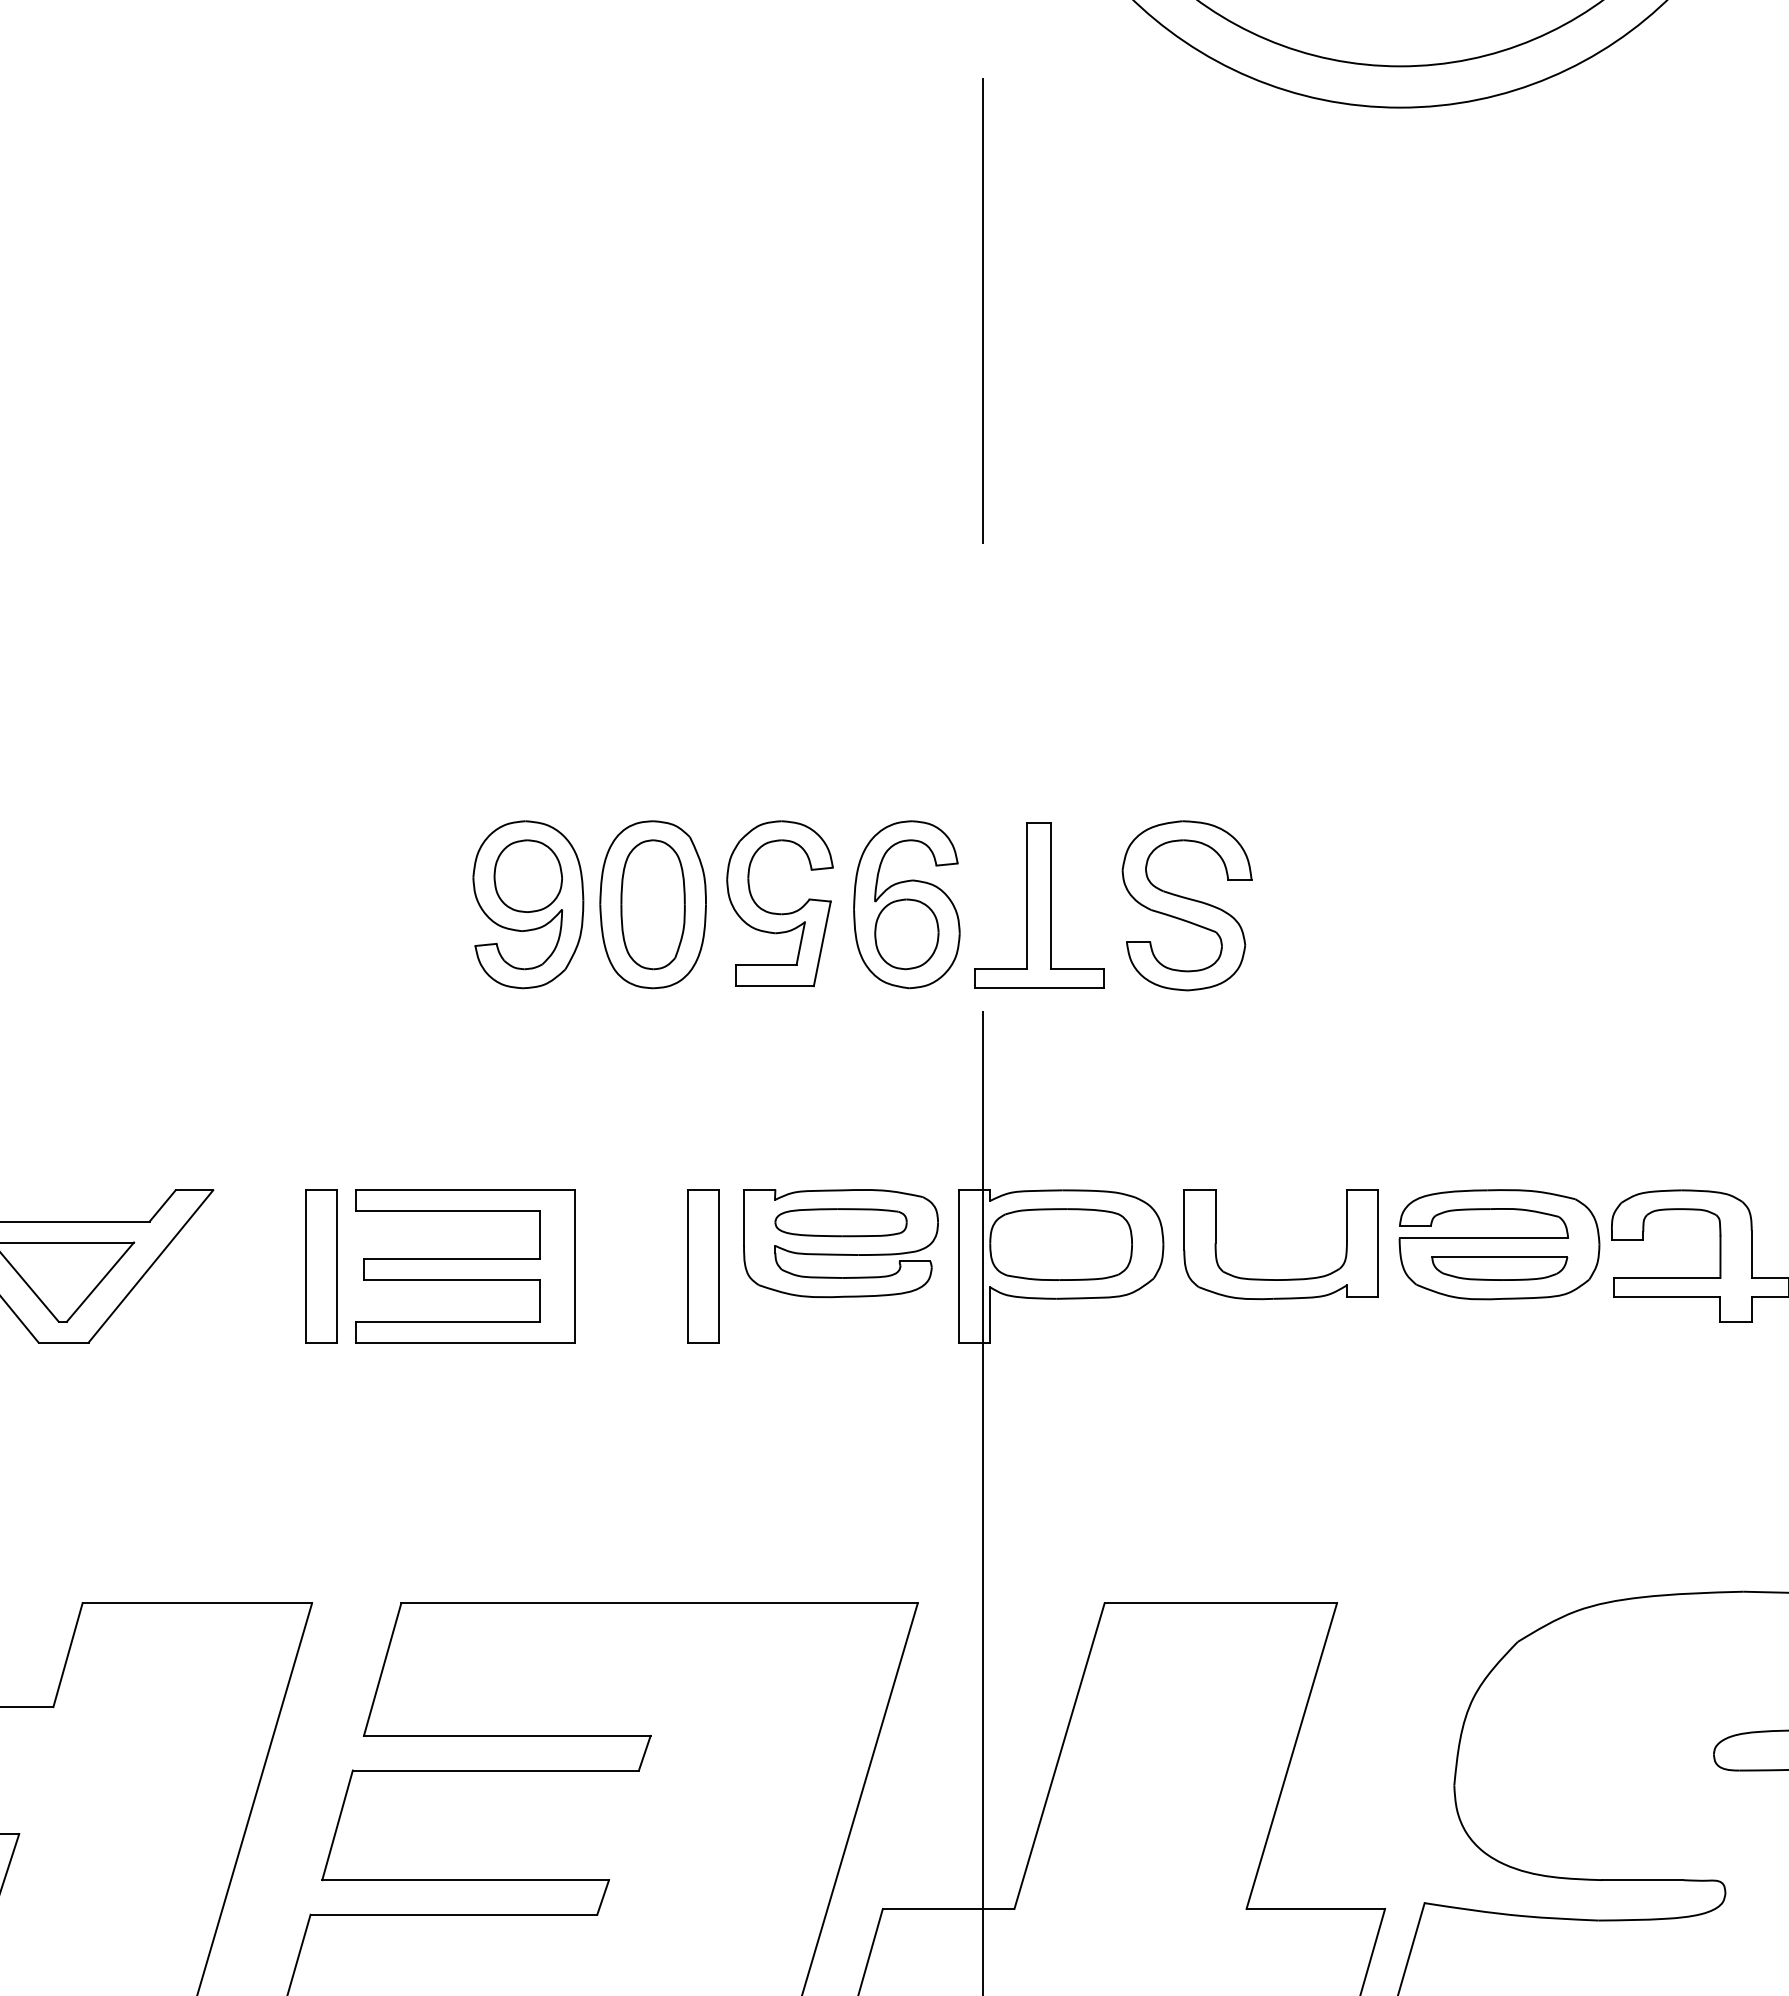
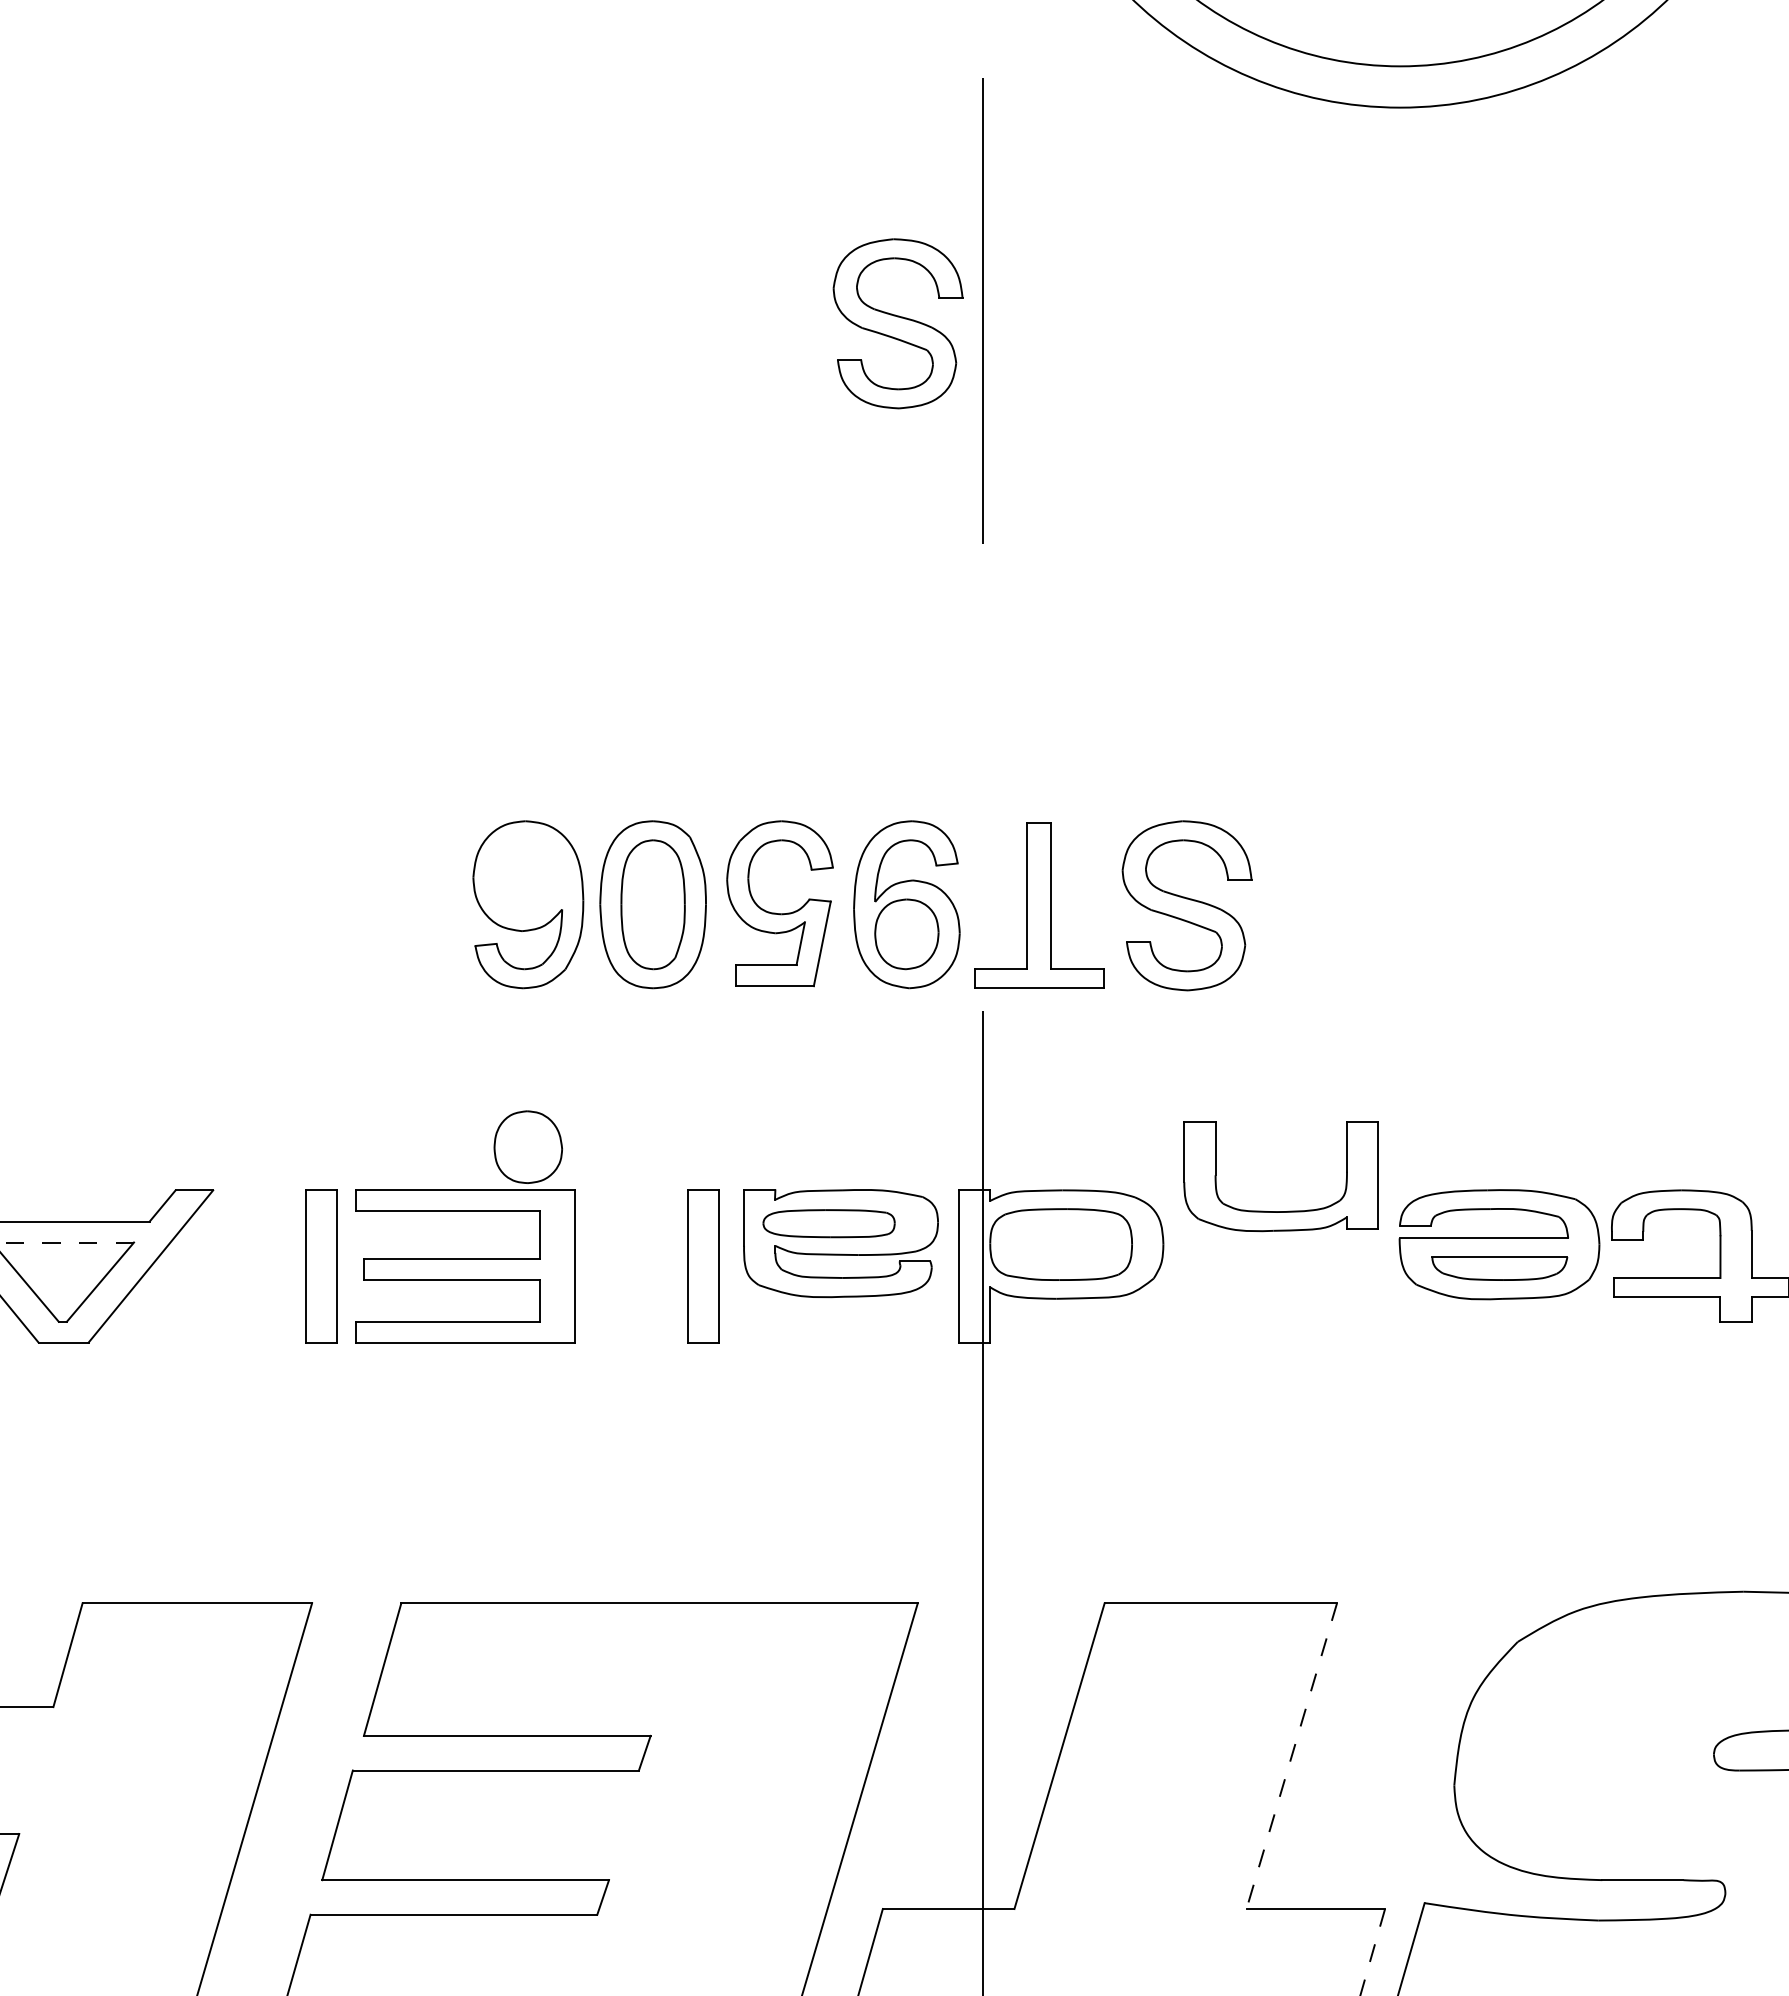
part at (897, 323): none -> present
part at (527, 875) position: (527, 875) -> (527, 1146)
part at (840, 1222) position: (840, 1222) -> (828, 1223)
line at (67, 1242): solid -> dashed
part at (1288, 1278) position: (1288, 1278) -> (1288, 1210)
line at (1291, 1756): solid -> dashed
line at (1372, 1952): solid -> dashed
